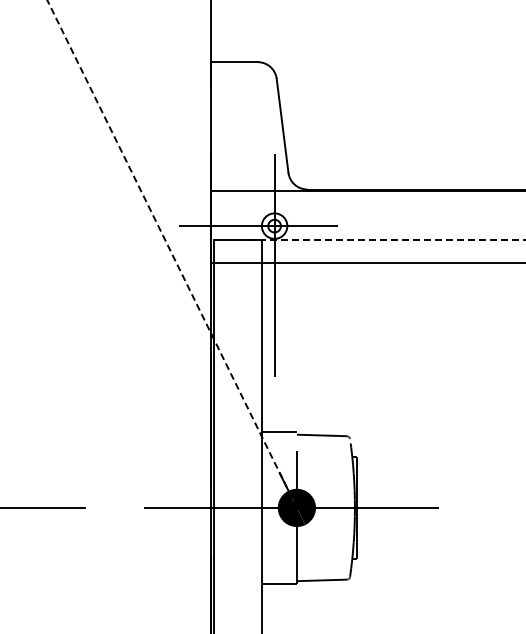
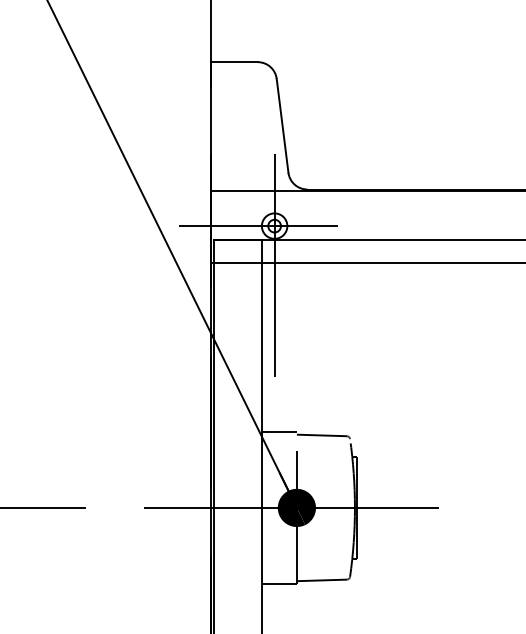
line at (369, 240): dashed -> solid
line at (172, 254): dashed -> solid
